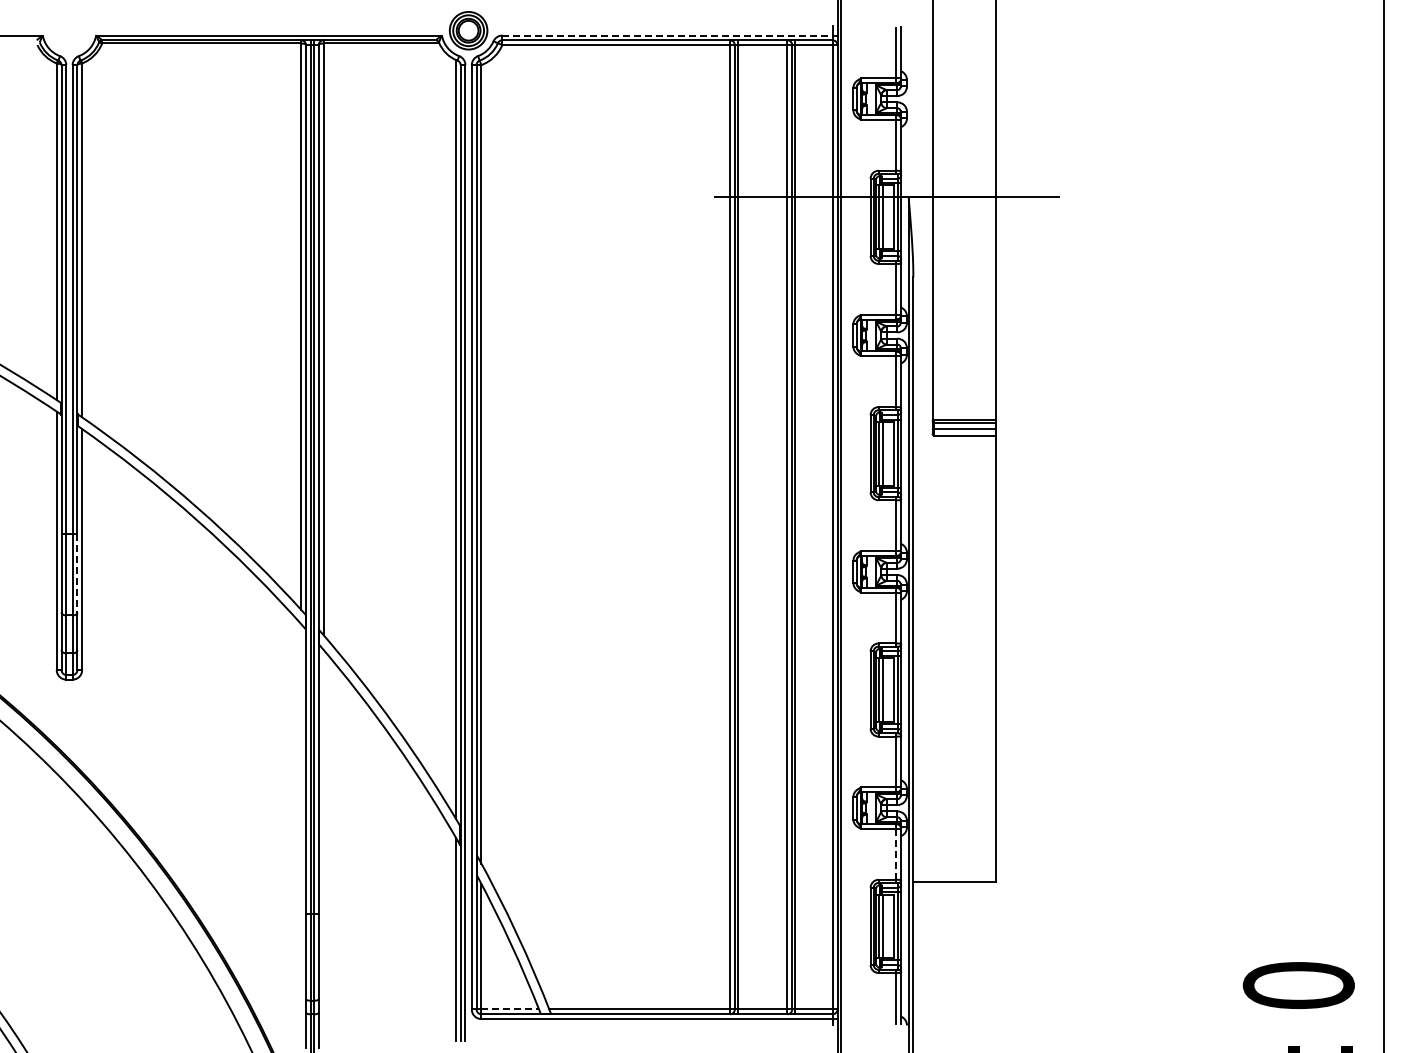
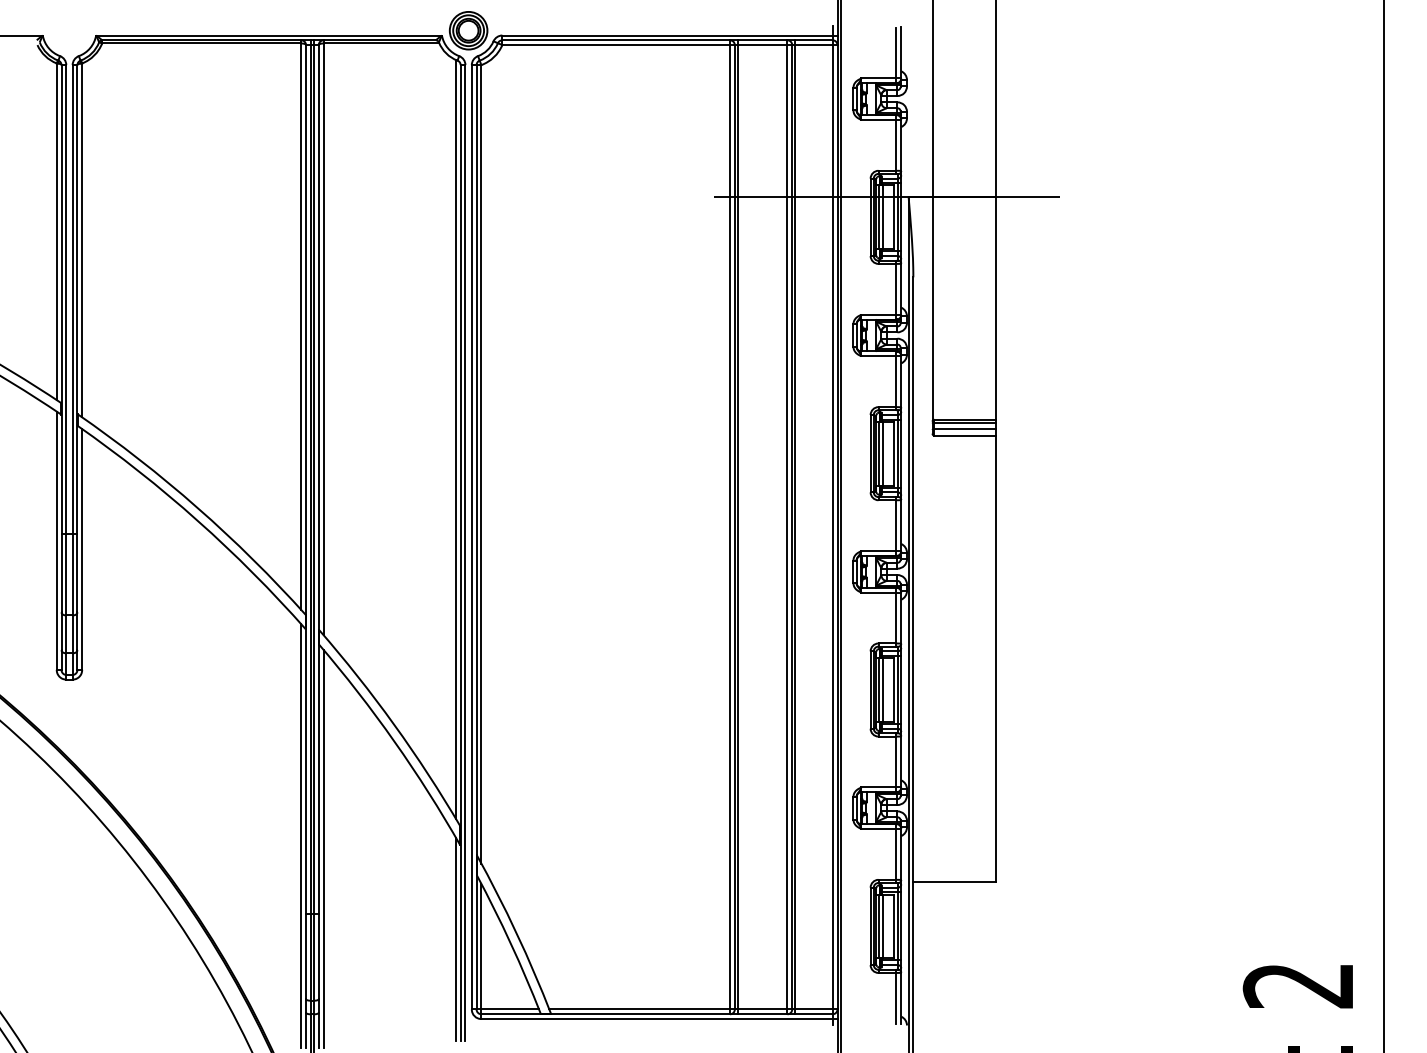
line at (668, 35): dashed -> solid
line at (77, 573): dashed -> solid
line at (301, 835): none -> present
line at (323, 848): none -> present
line at (896, 853): dashed -> solid
text at (1298, 985): 0 -> 2
line at (510, 1009): dashed -> solid
